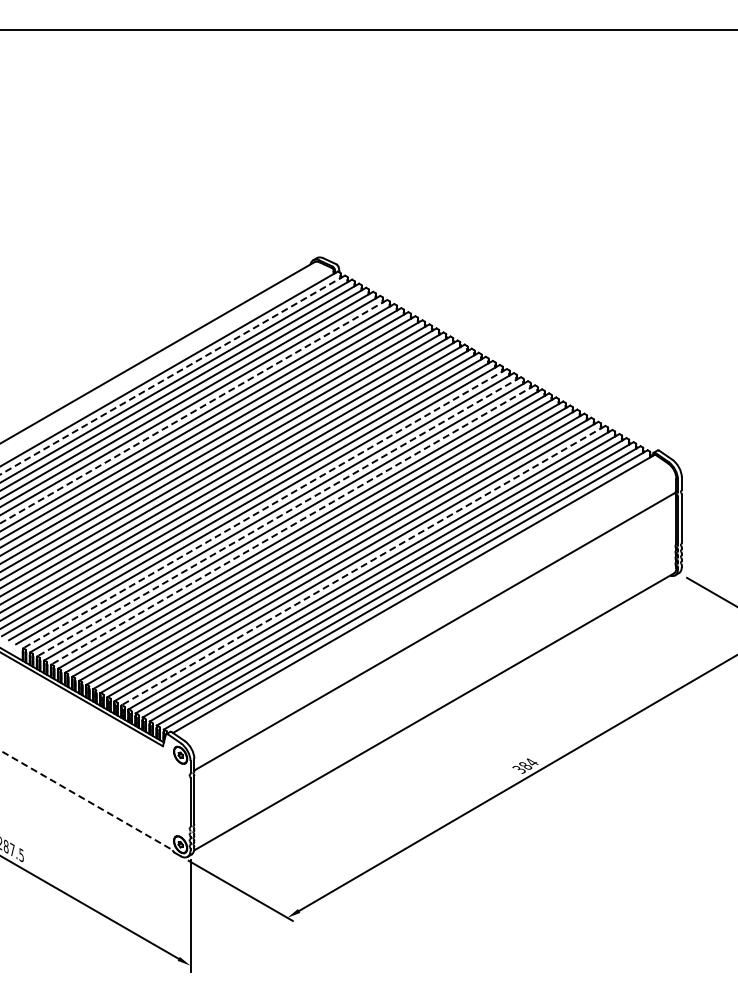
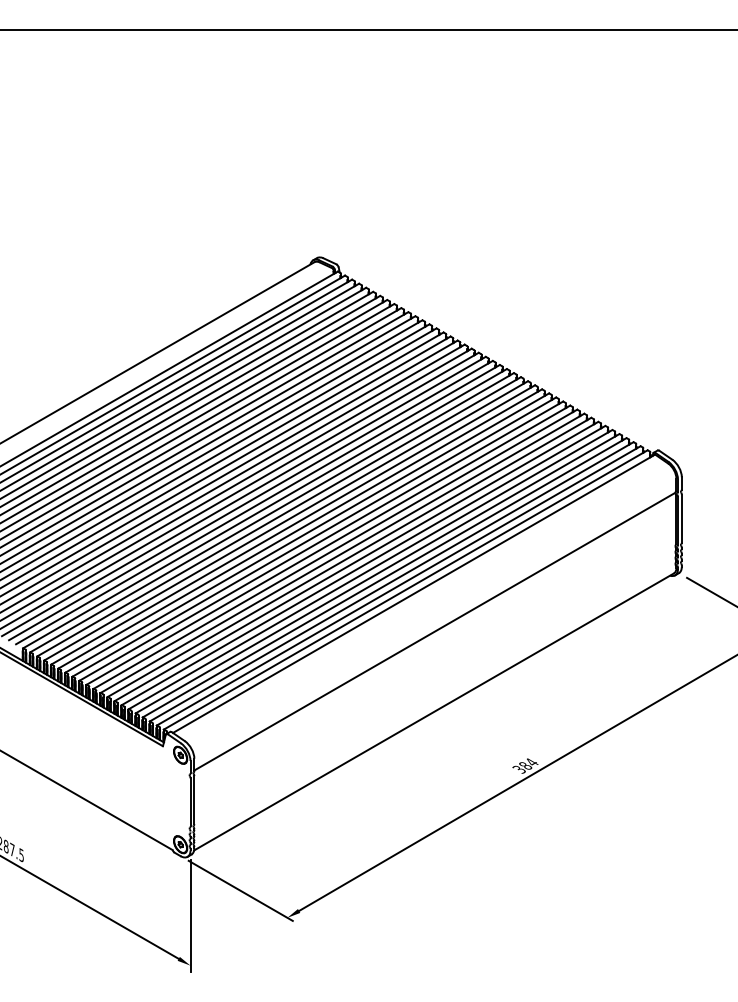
line at (172, 375): dashed -> solid
line at (193, 411): dashed -> solid
line at (264, 508): dashed -> solid
line at (278, 517): dashed -> solid
line at (292, 525): dashed -> solid
line at (363, 565): dashed -> solid
line at (87, 800): dashed -> solid
